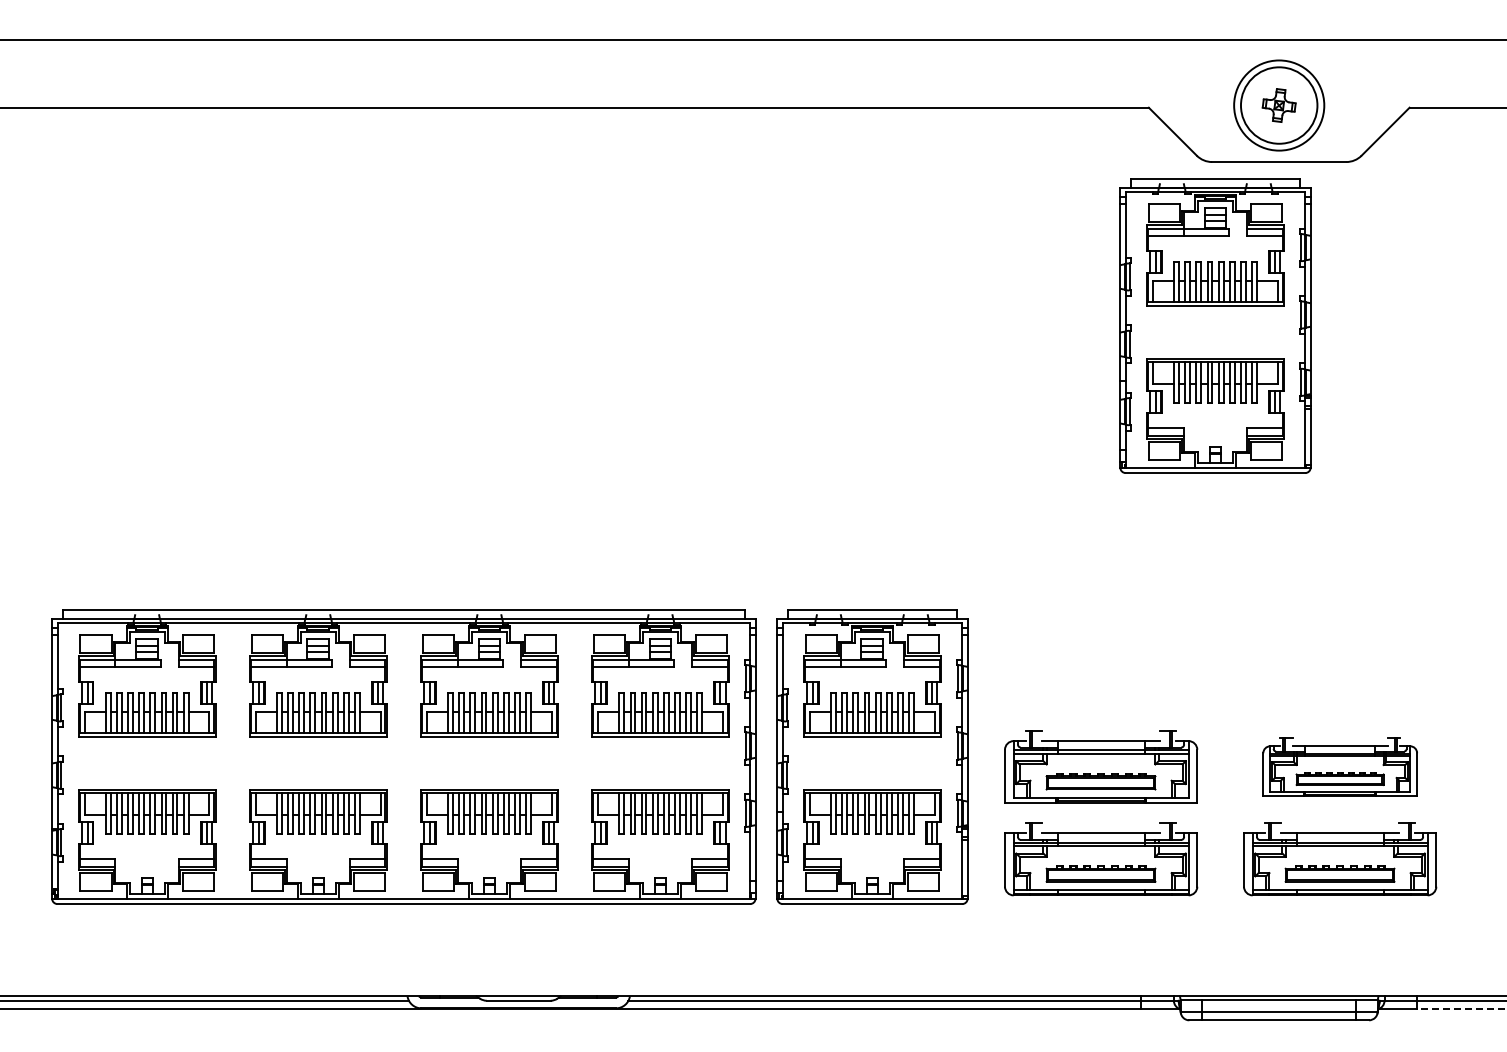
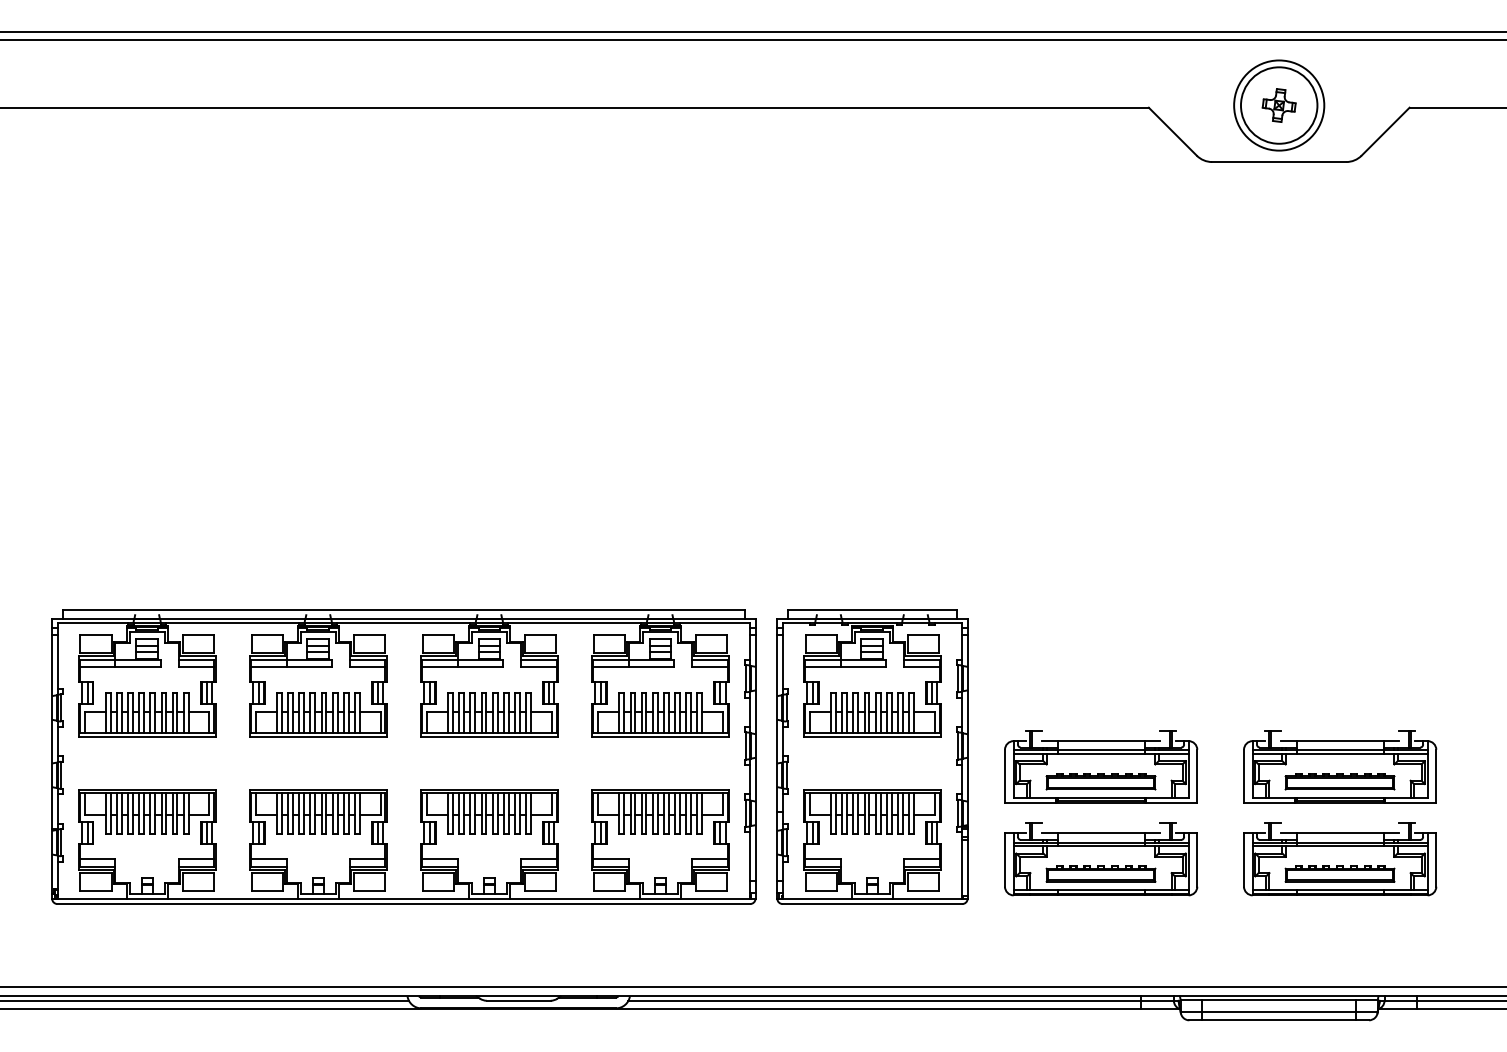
line at (752, 31): none -> present
part at (1215, 325): present -> none
part at (1339, 766) size: 156x60 px -> 195x74 px
line at (752, 986): none -> present
line at (1461, 1009): dashed -> solid
